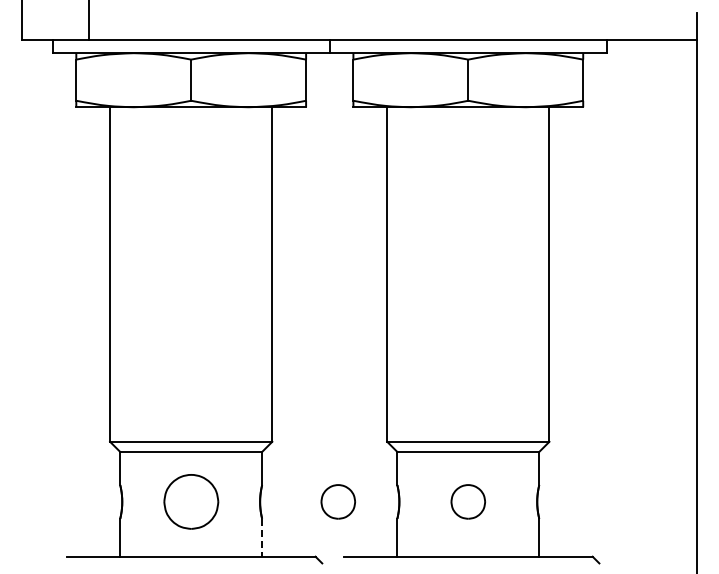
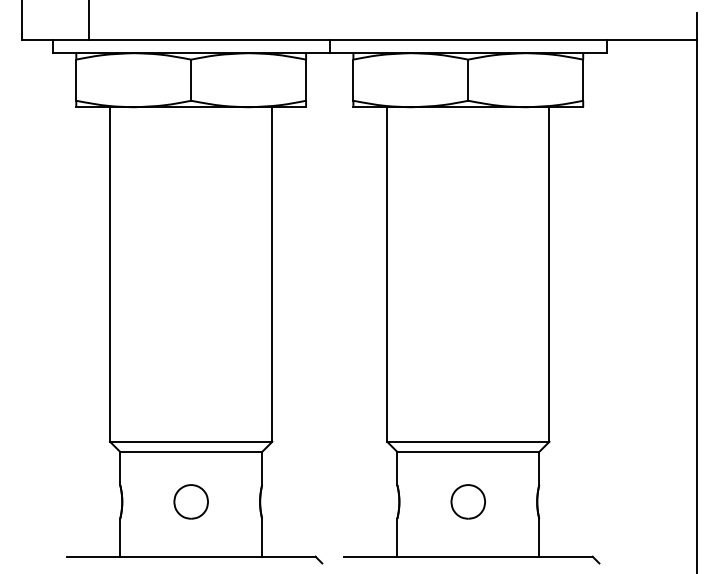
part at (191, 501) size: 57x56 px -> 36x36 px
part at (337, 501): present -> none
line at (262, 537): dashed -> solid
